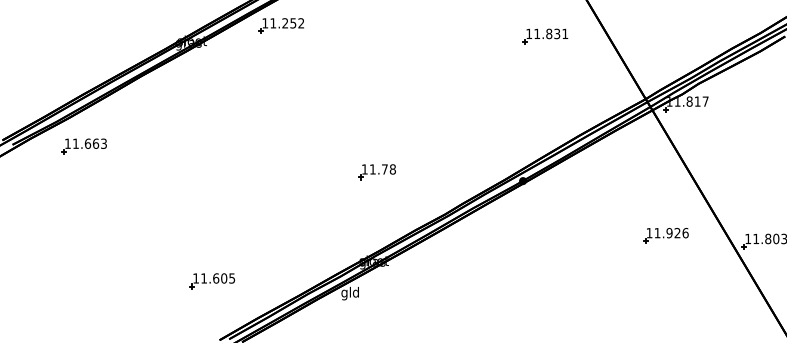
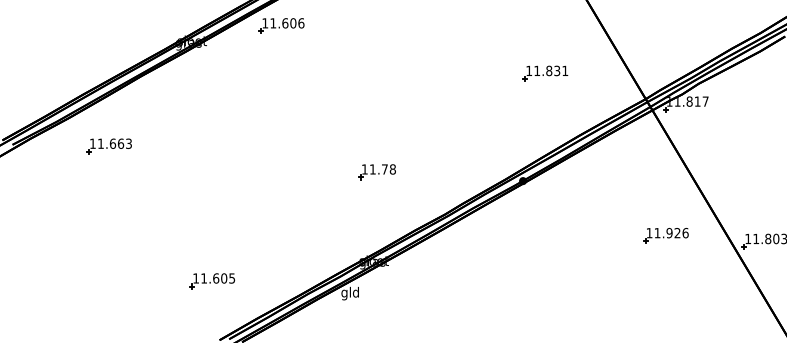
text at (293, 23): 11.252 -> 11.606
part at (545, 36) position: (545, 36) -> (545, 73)
part at (83, 146) position: (83, 146) -> (108, 146)
